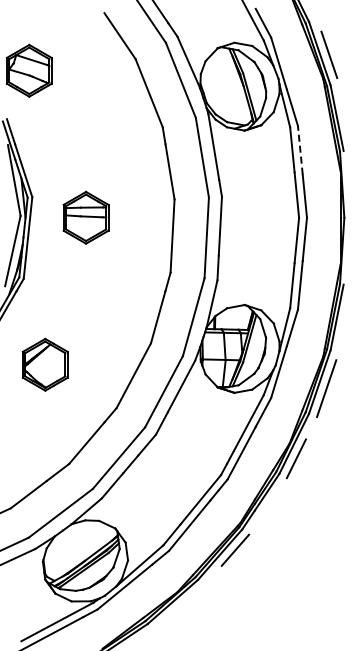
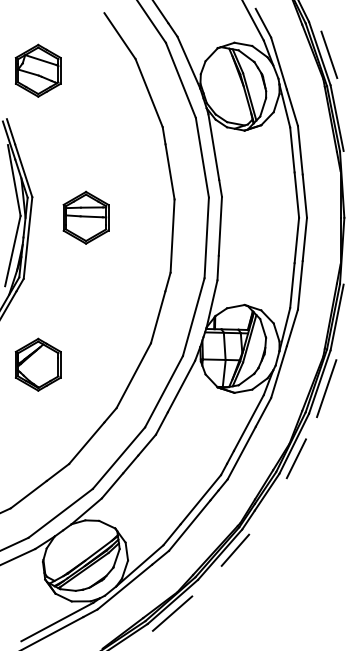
part at (28, 70) position: (28, 70) -> (37, 70)
line at (300, 149): dashed -> solid
part at (44, 364) position: (44, 364) -> (37, 364)
line at (172, 613): none -> present
